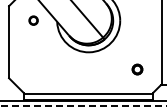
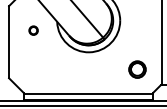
part at (33, 20) position: (33, 20) -> (33, 30)
circle at (137, 69) size: 13x13 px -> 19x19 px
line at (83, 105): dashed -> solid
